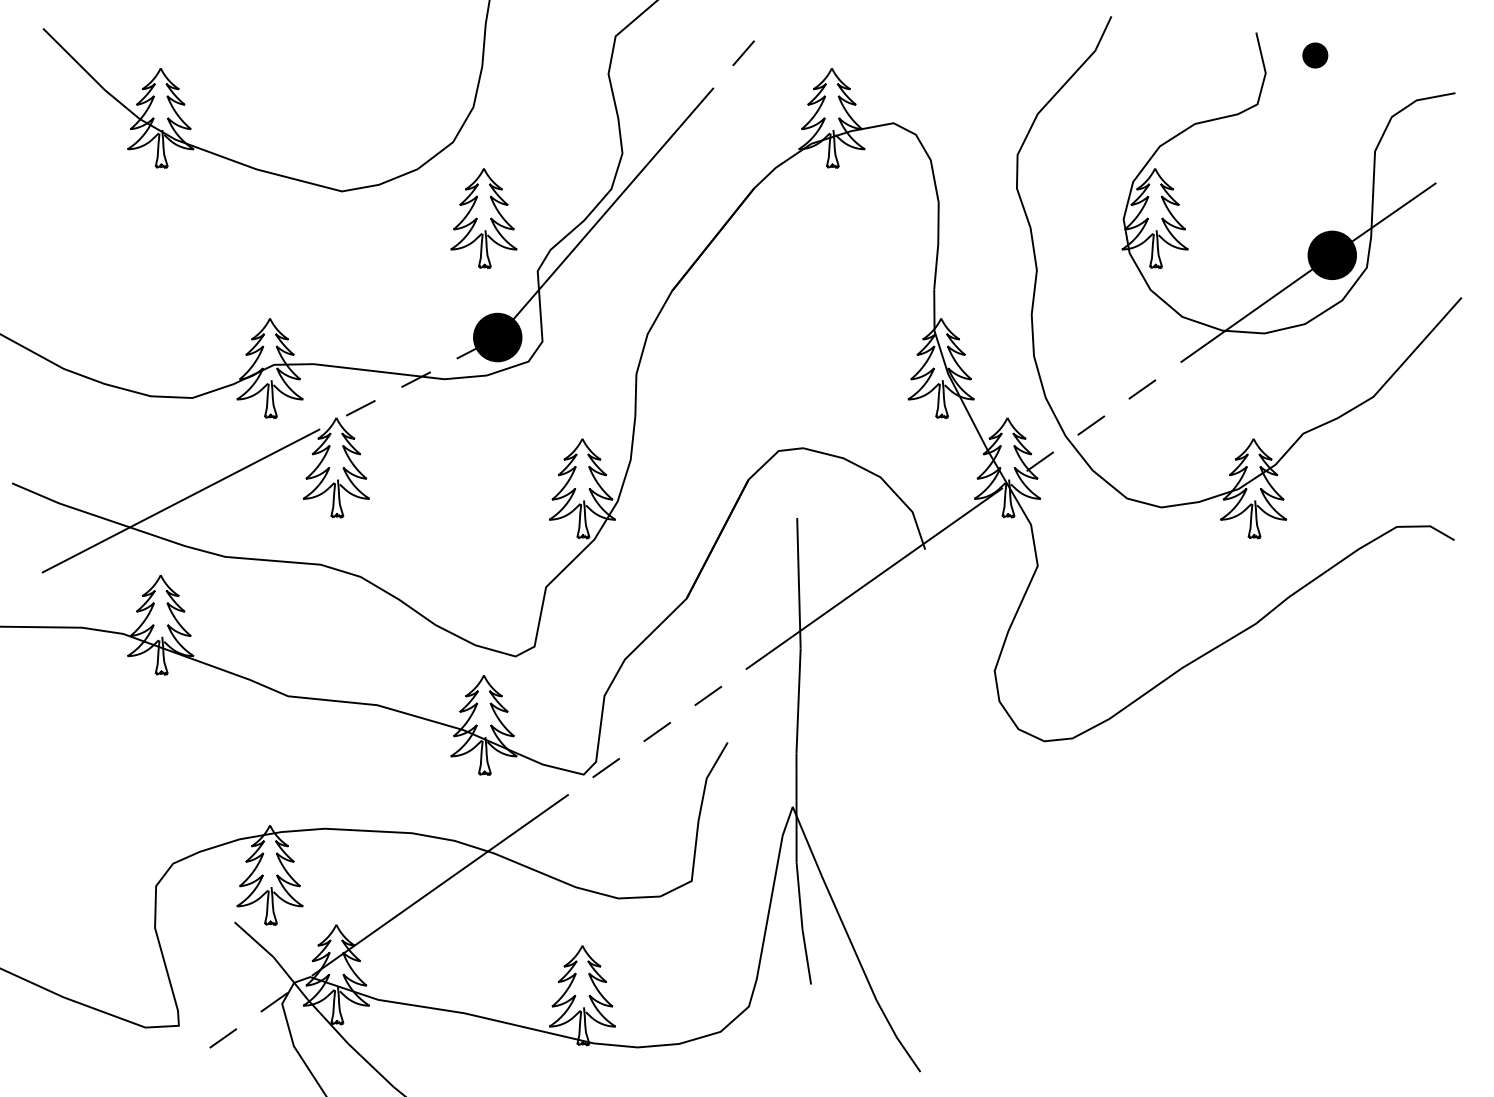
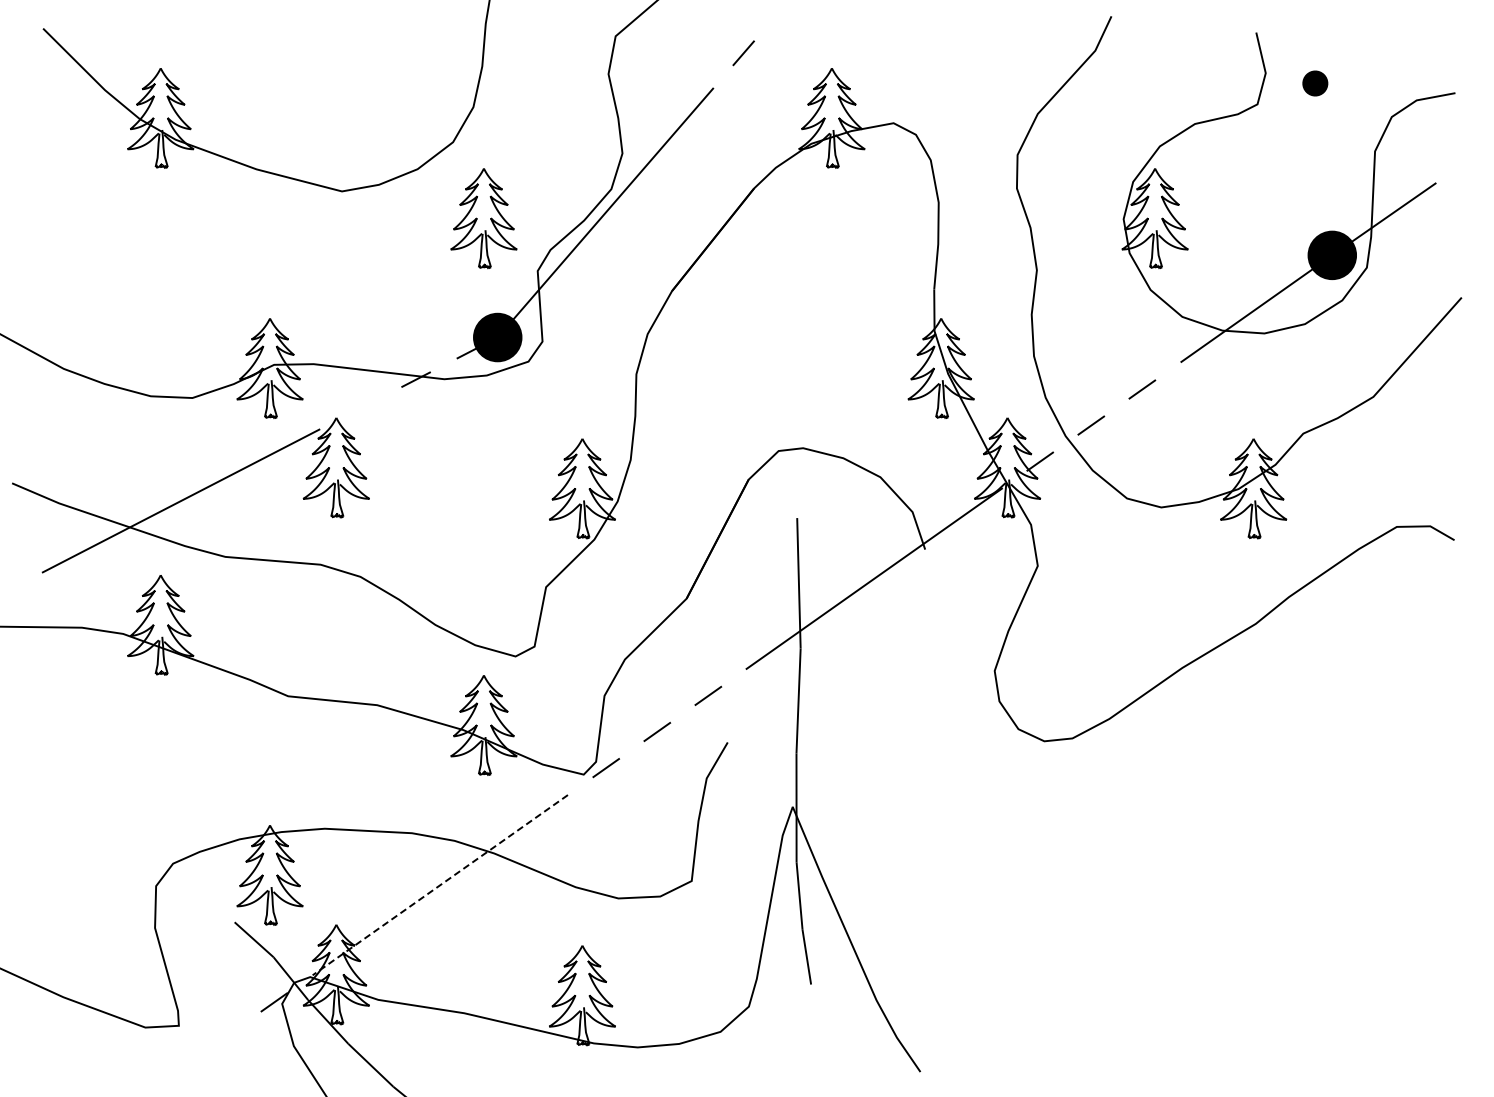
part at (1315, 55) position: (1315, 55) -> (1315, 83)
line at (360, 408): present -> none
line at (439, 885): solid -> dashed
line at (223, 1038): present -> none
